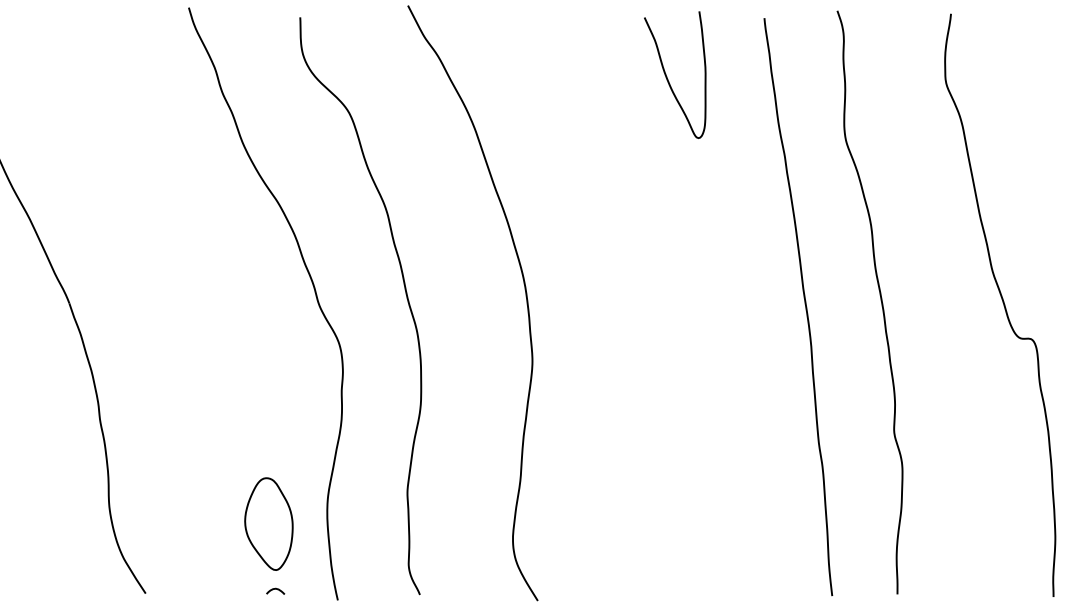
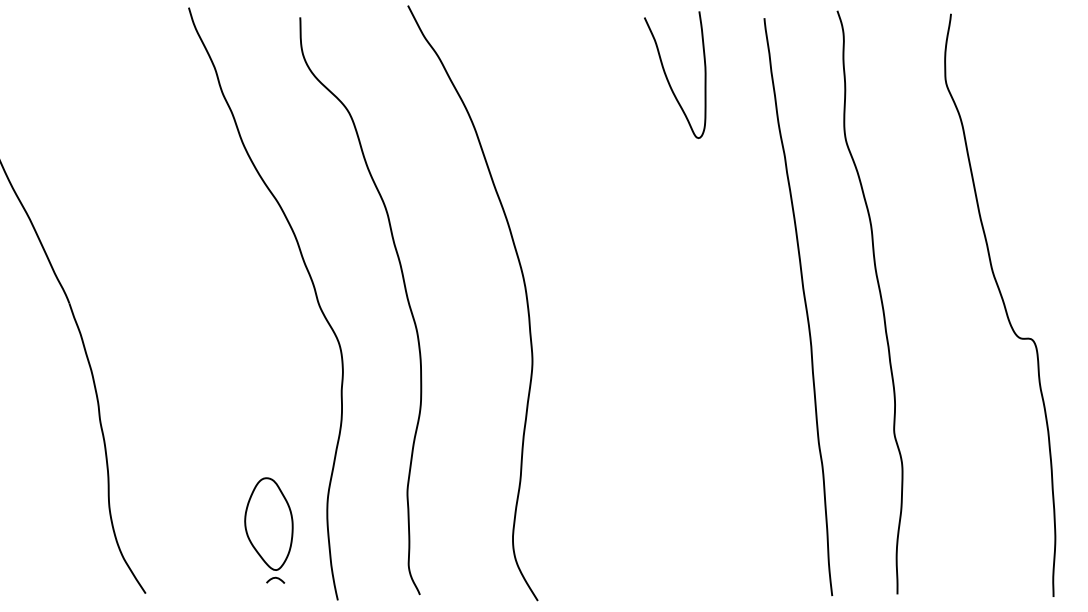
curve at (275, 589) position: (275, 589) -> (275, 578)
